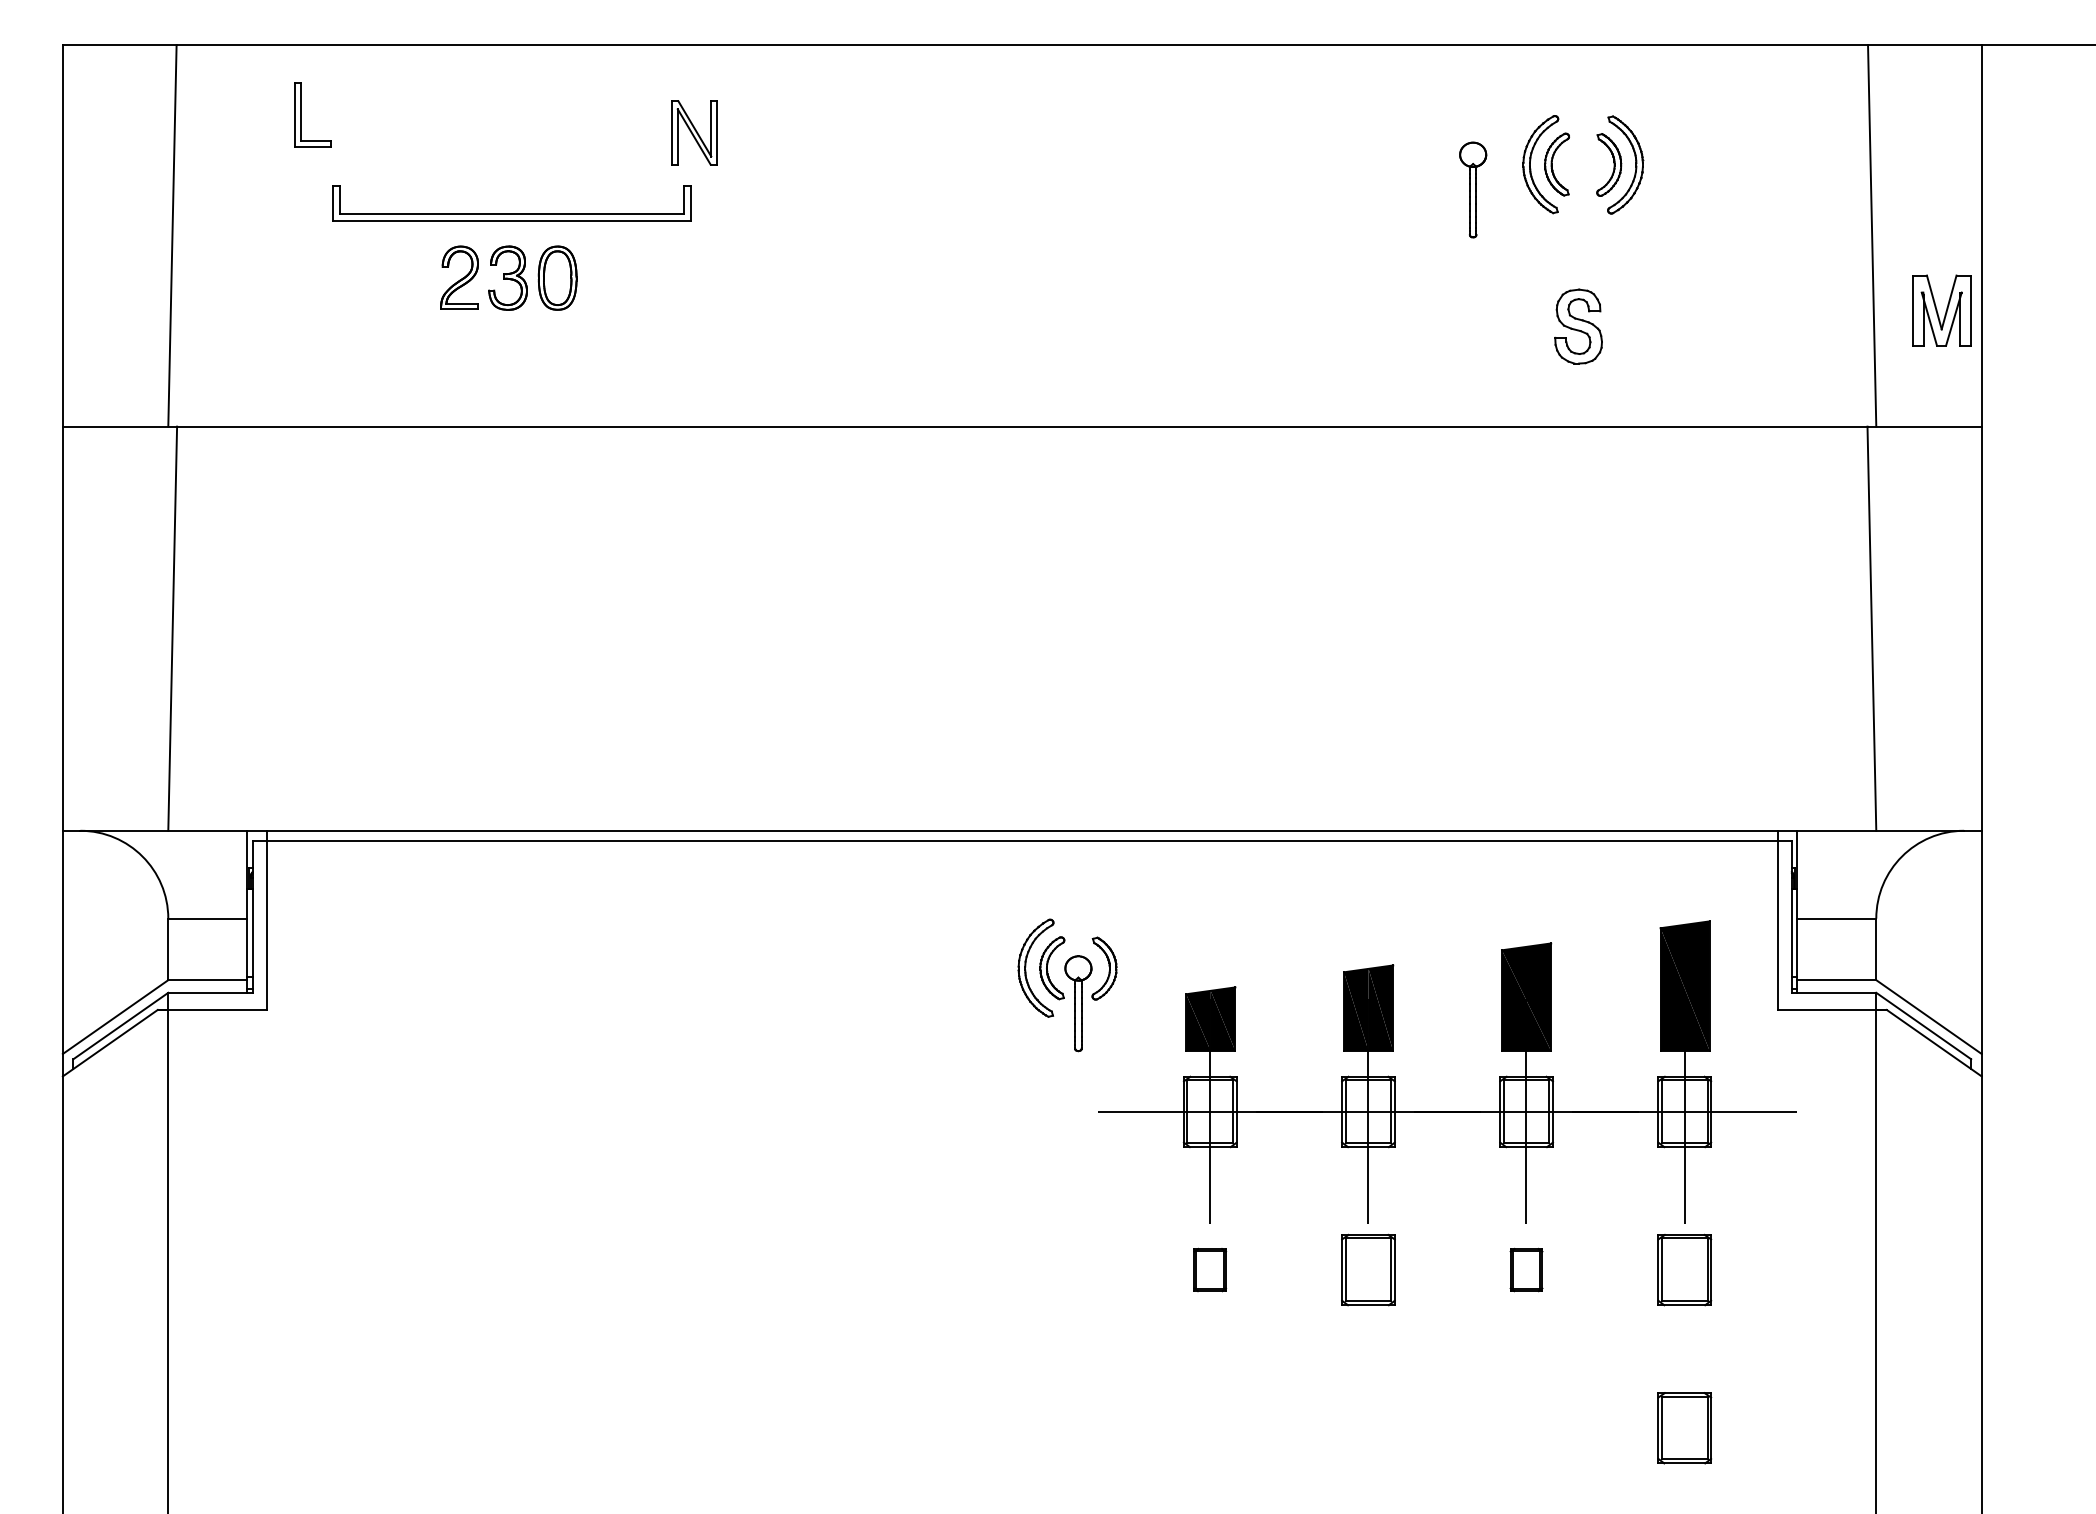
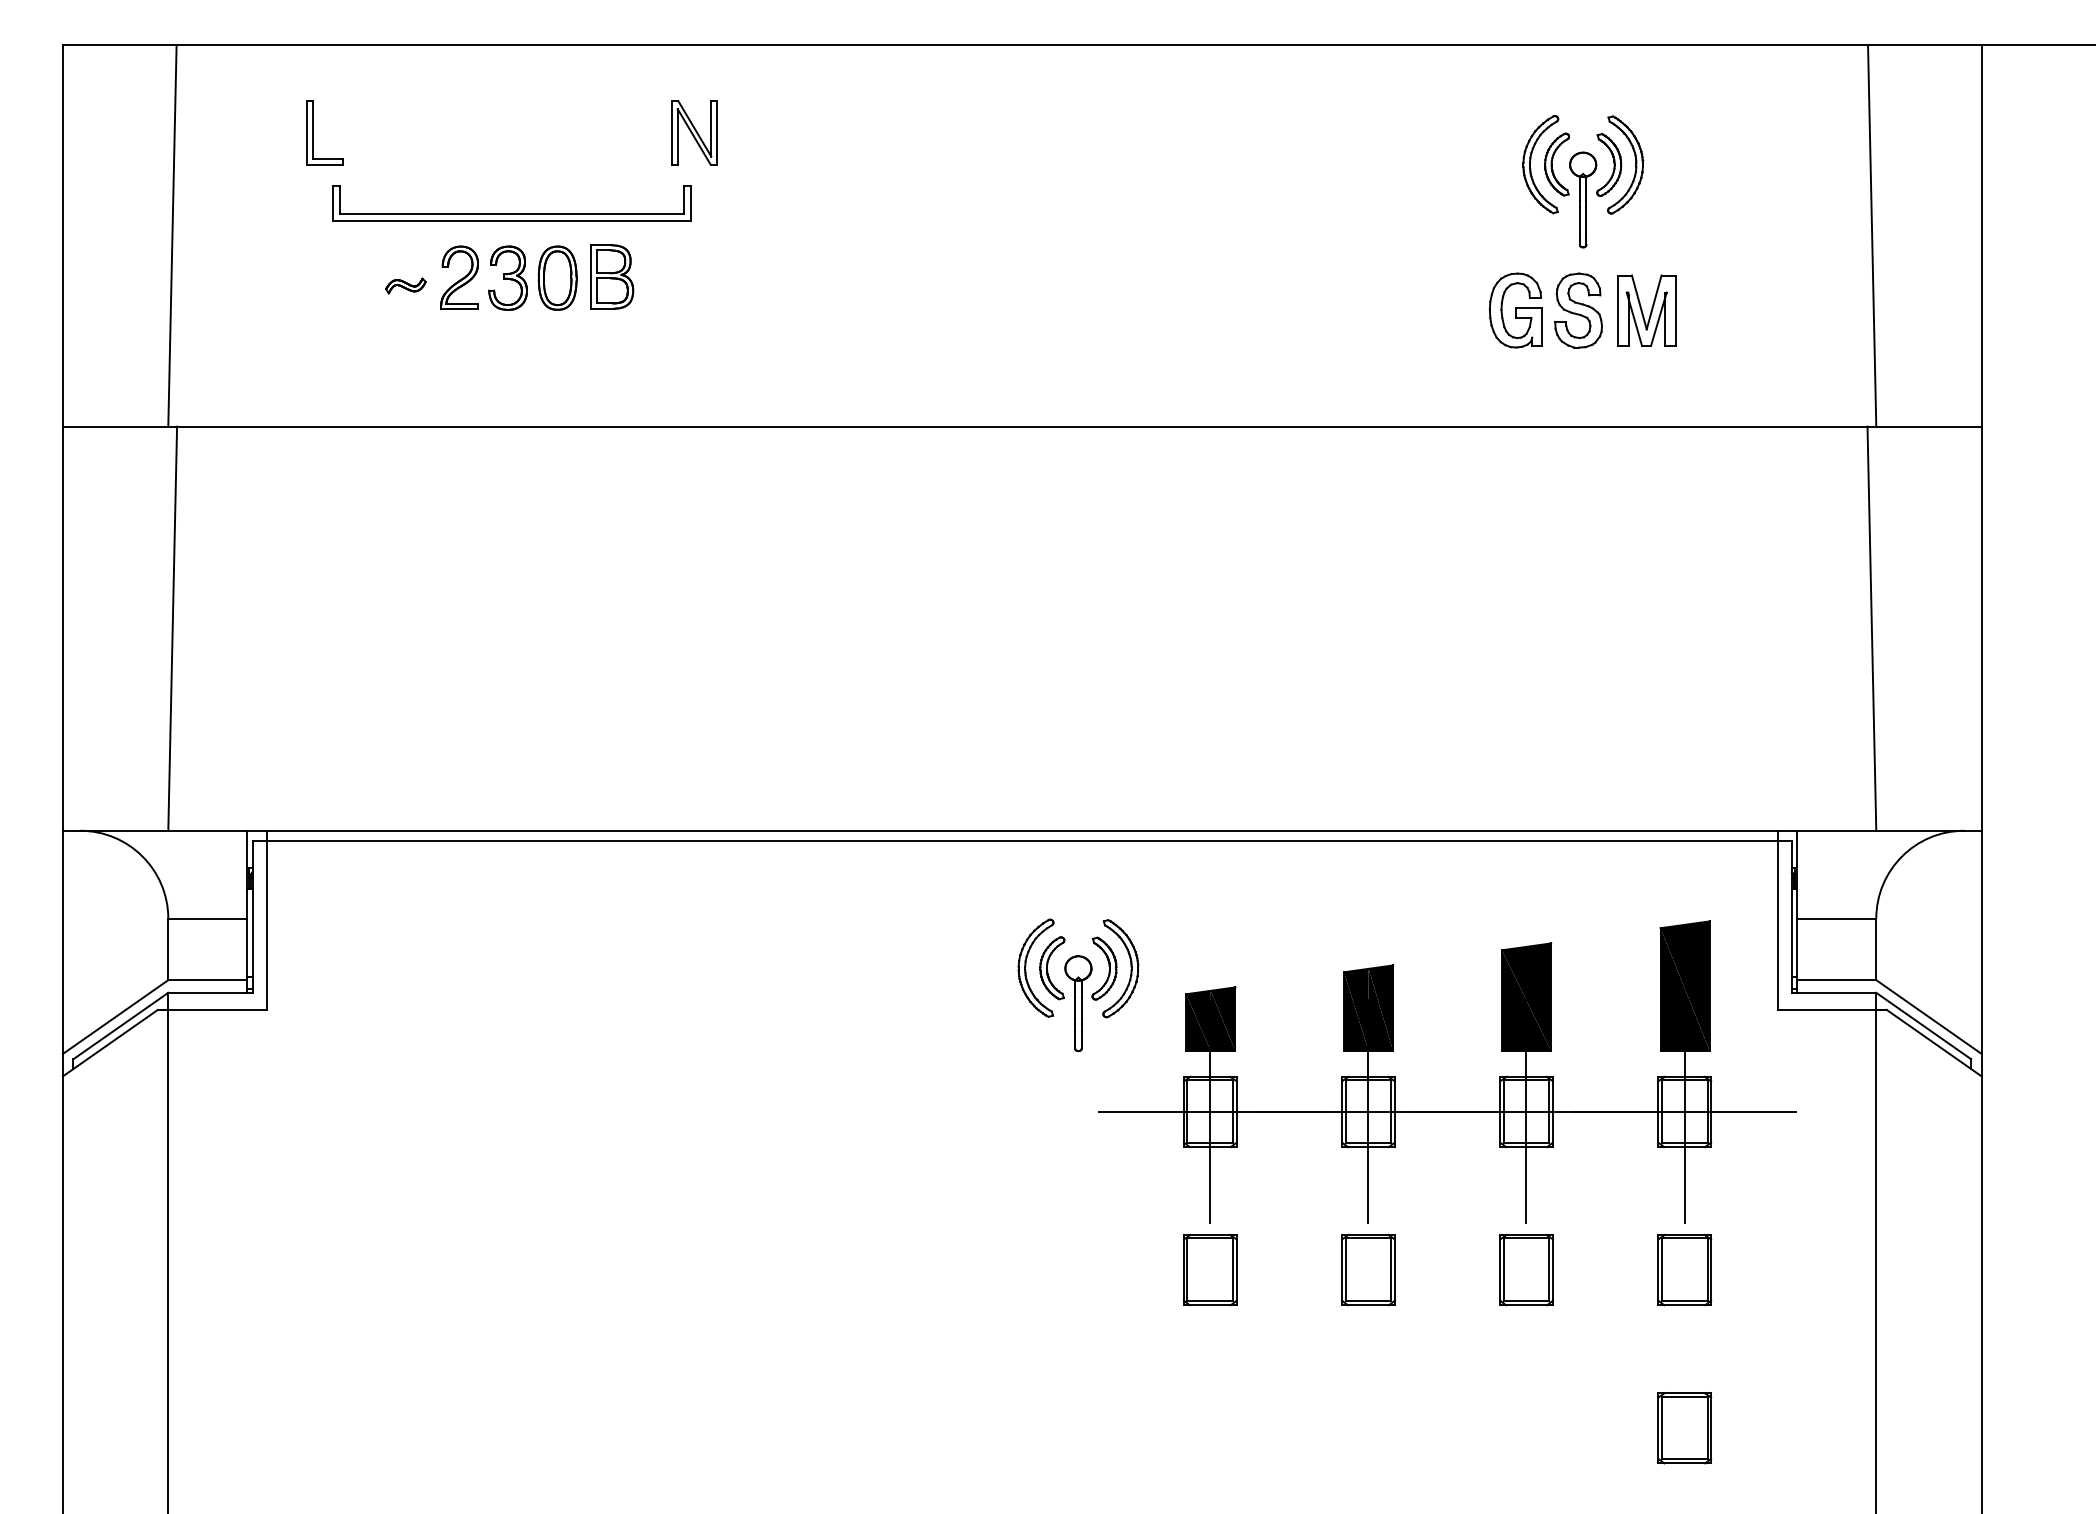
part at (301, 114) position: (301, 114) -> (313, 132)
part at (1473, 189) position: (1473, 189) -> (1583, 199)
part at (612, 276): none -> present
part at (405, 285): none -> present
part at (1515, 310): none -> present
part at (1941, 310) position: (1941, 310) -> (1646, 310)
part at (1578, 326) position: (1578, 326) -> (1578, 310)
part at (1130, 967): none -> present
part at (1210, 1269) size: 35x46 px -> 56x74 px
part at (1526, 1269) size: 35x46 px -> 55x74 px
